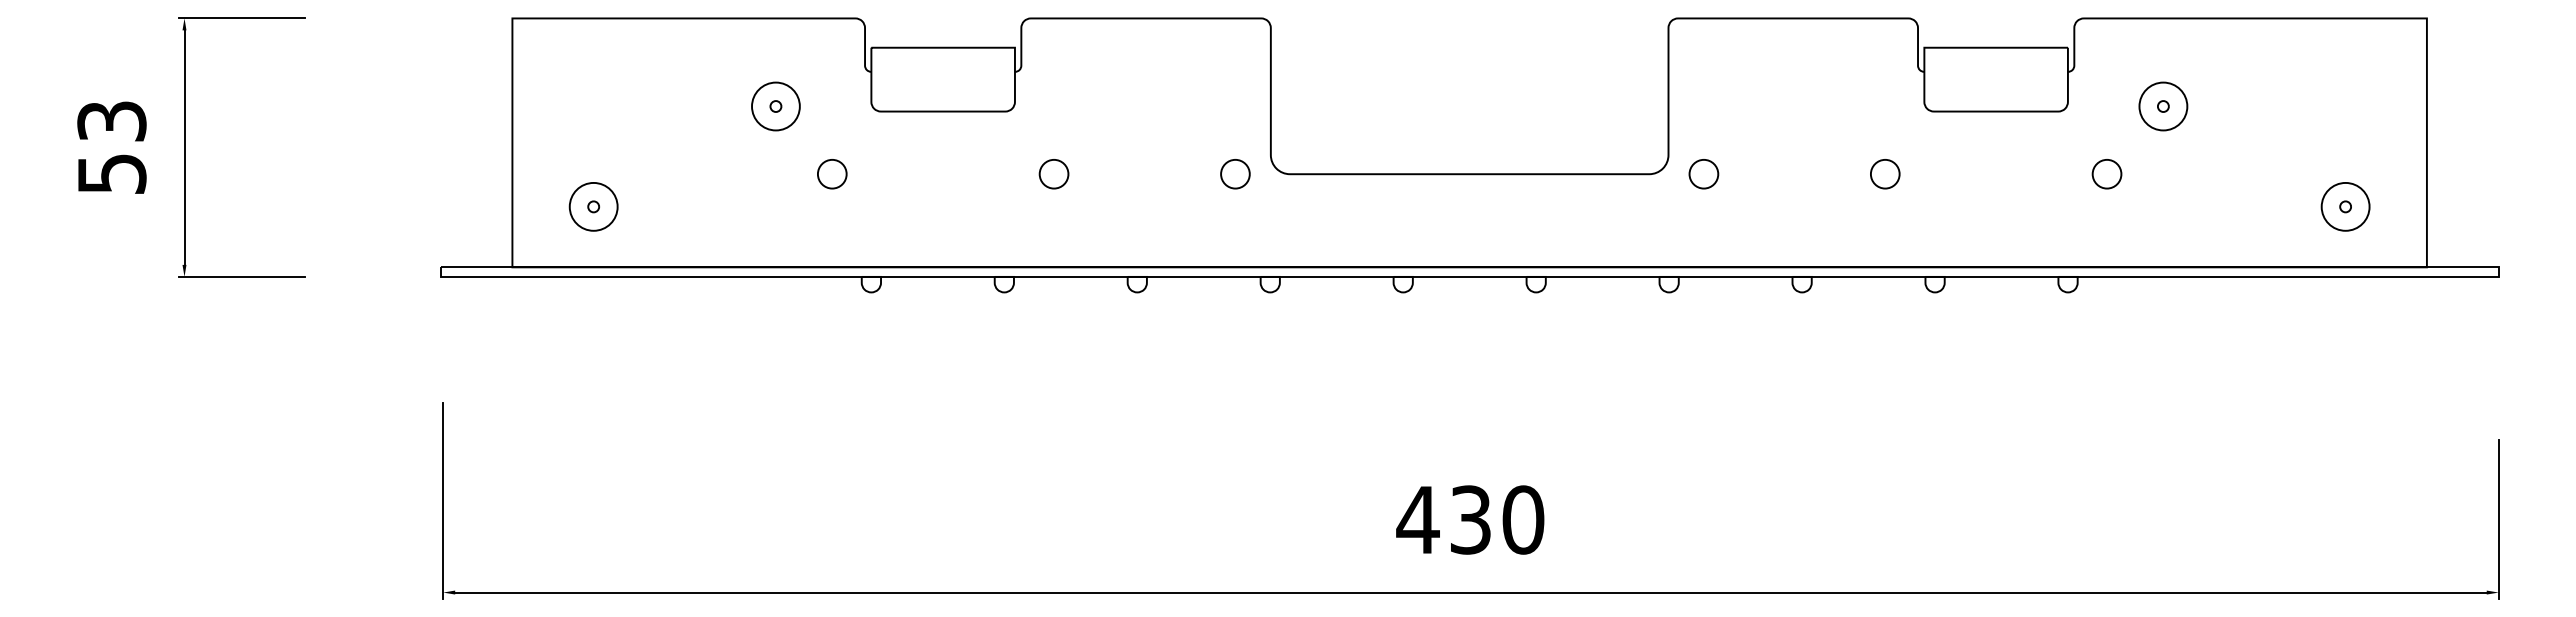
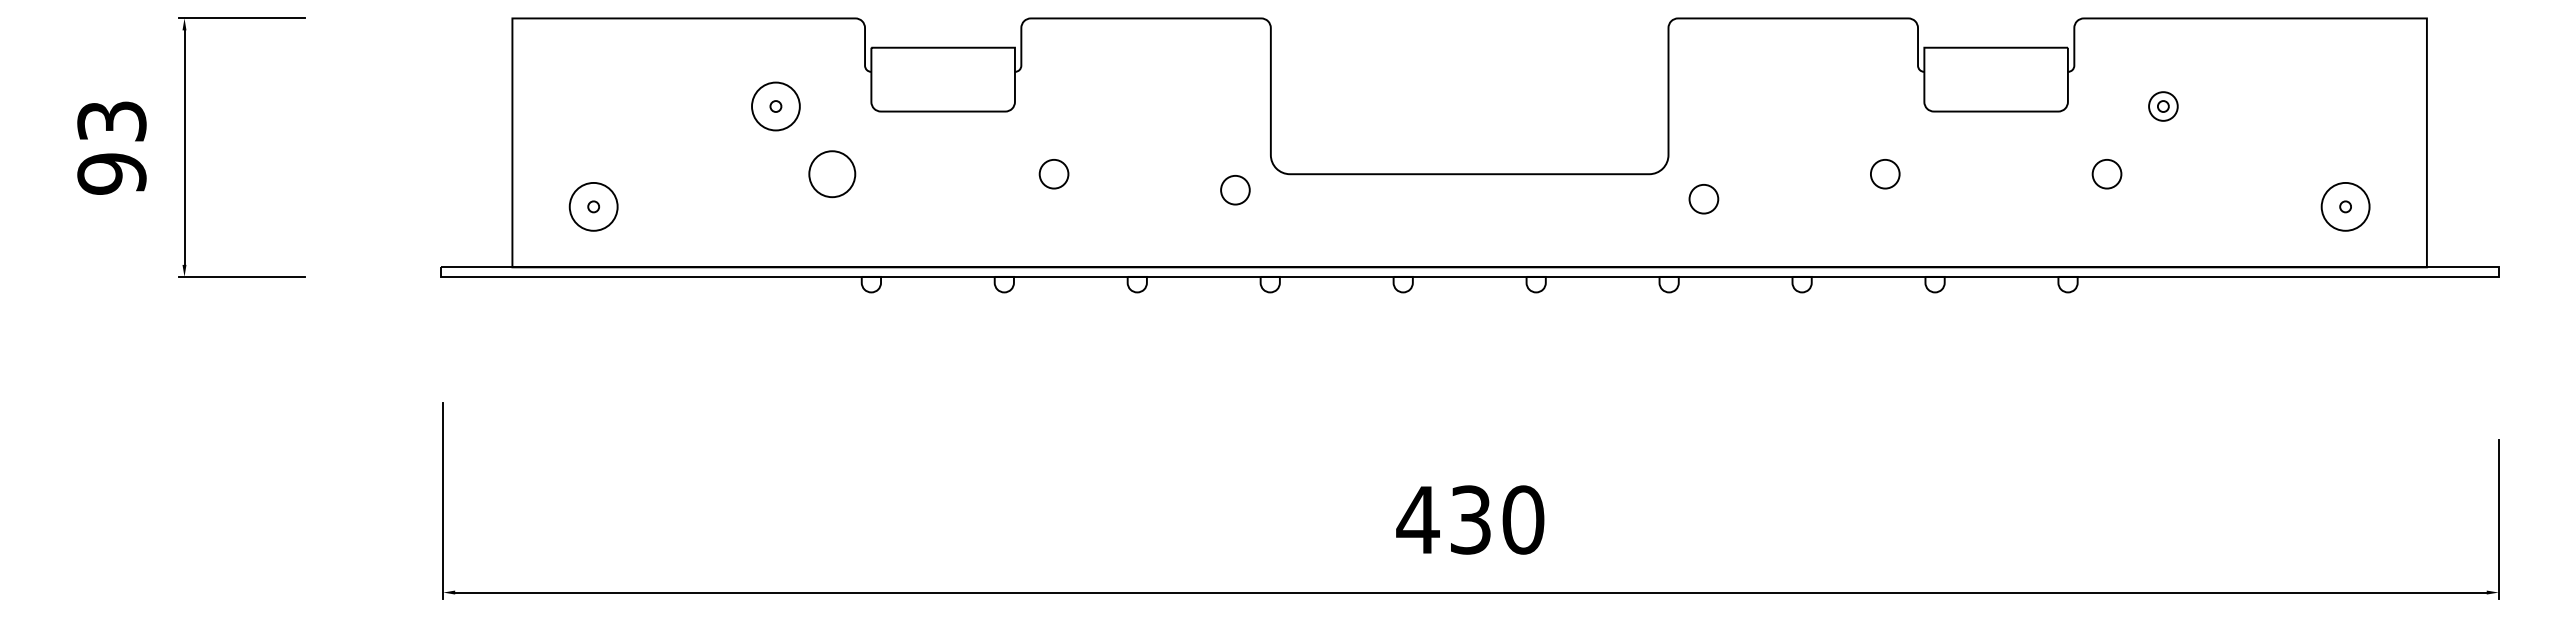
circle at (2163, 106) diameter: 48 px -> 29 px
text at (111, 173): 53 -> 93
circle at (831, 173) diameter: 29 px -> 46 px
circle at (1235, 174) position: (1235, 174) -> (1235, 190)
circle at (1703, 174) position: (1703, 174) -> (1703, 199)
